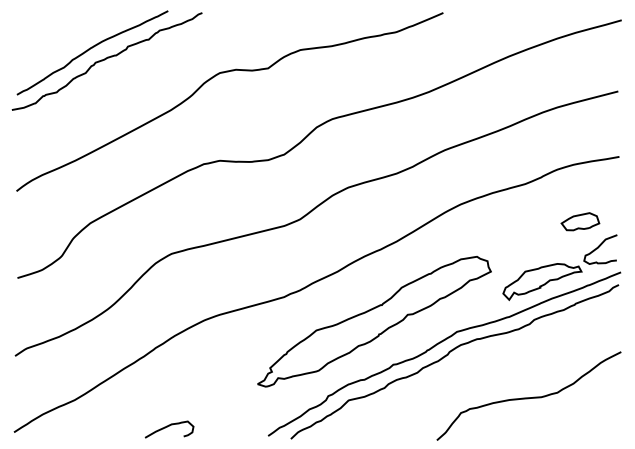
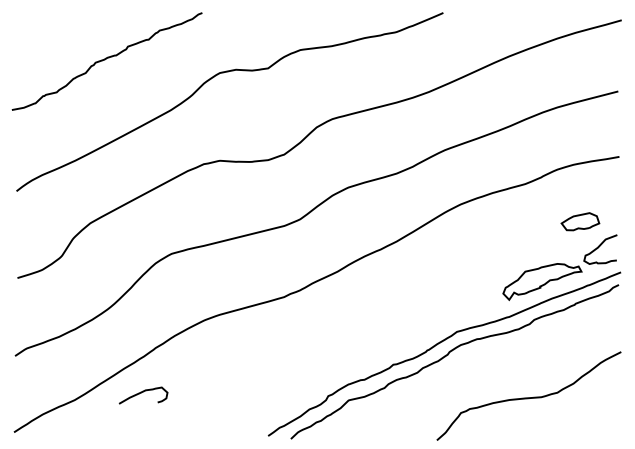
curve at (90, 49): present -> none
part at (374, 321): present -> none
curve at (167, 427) position: (167, 427) -> (141, 393)
